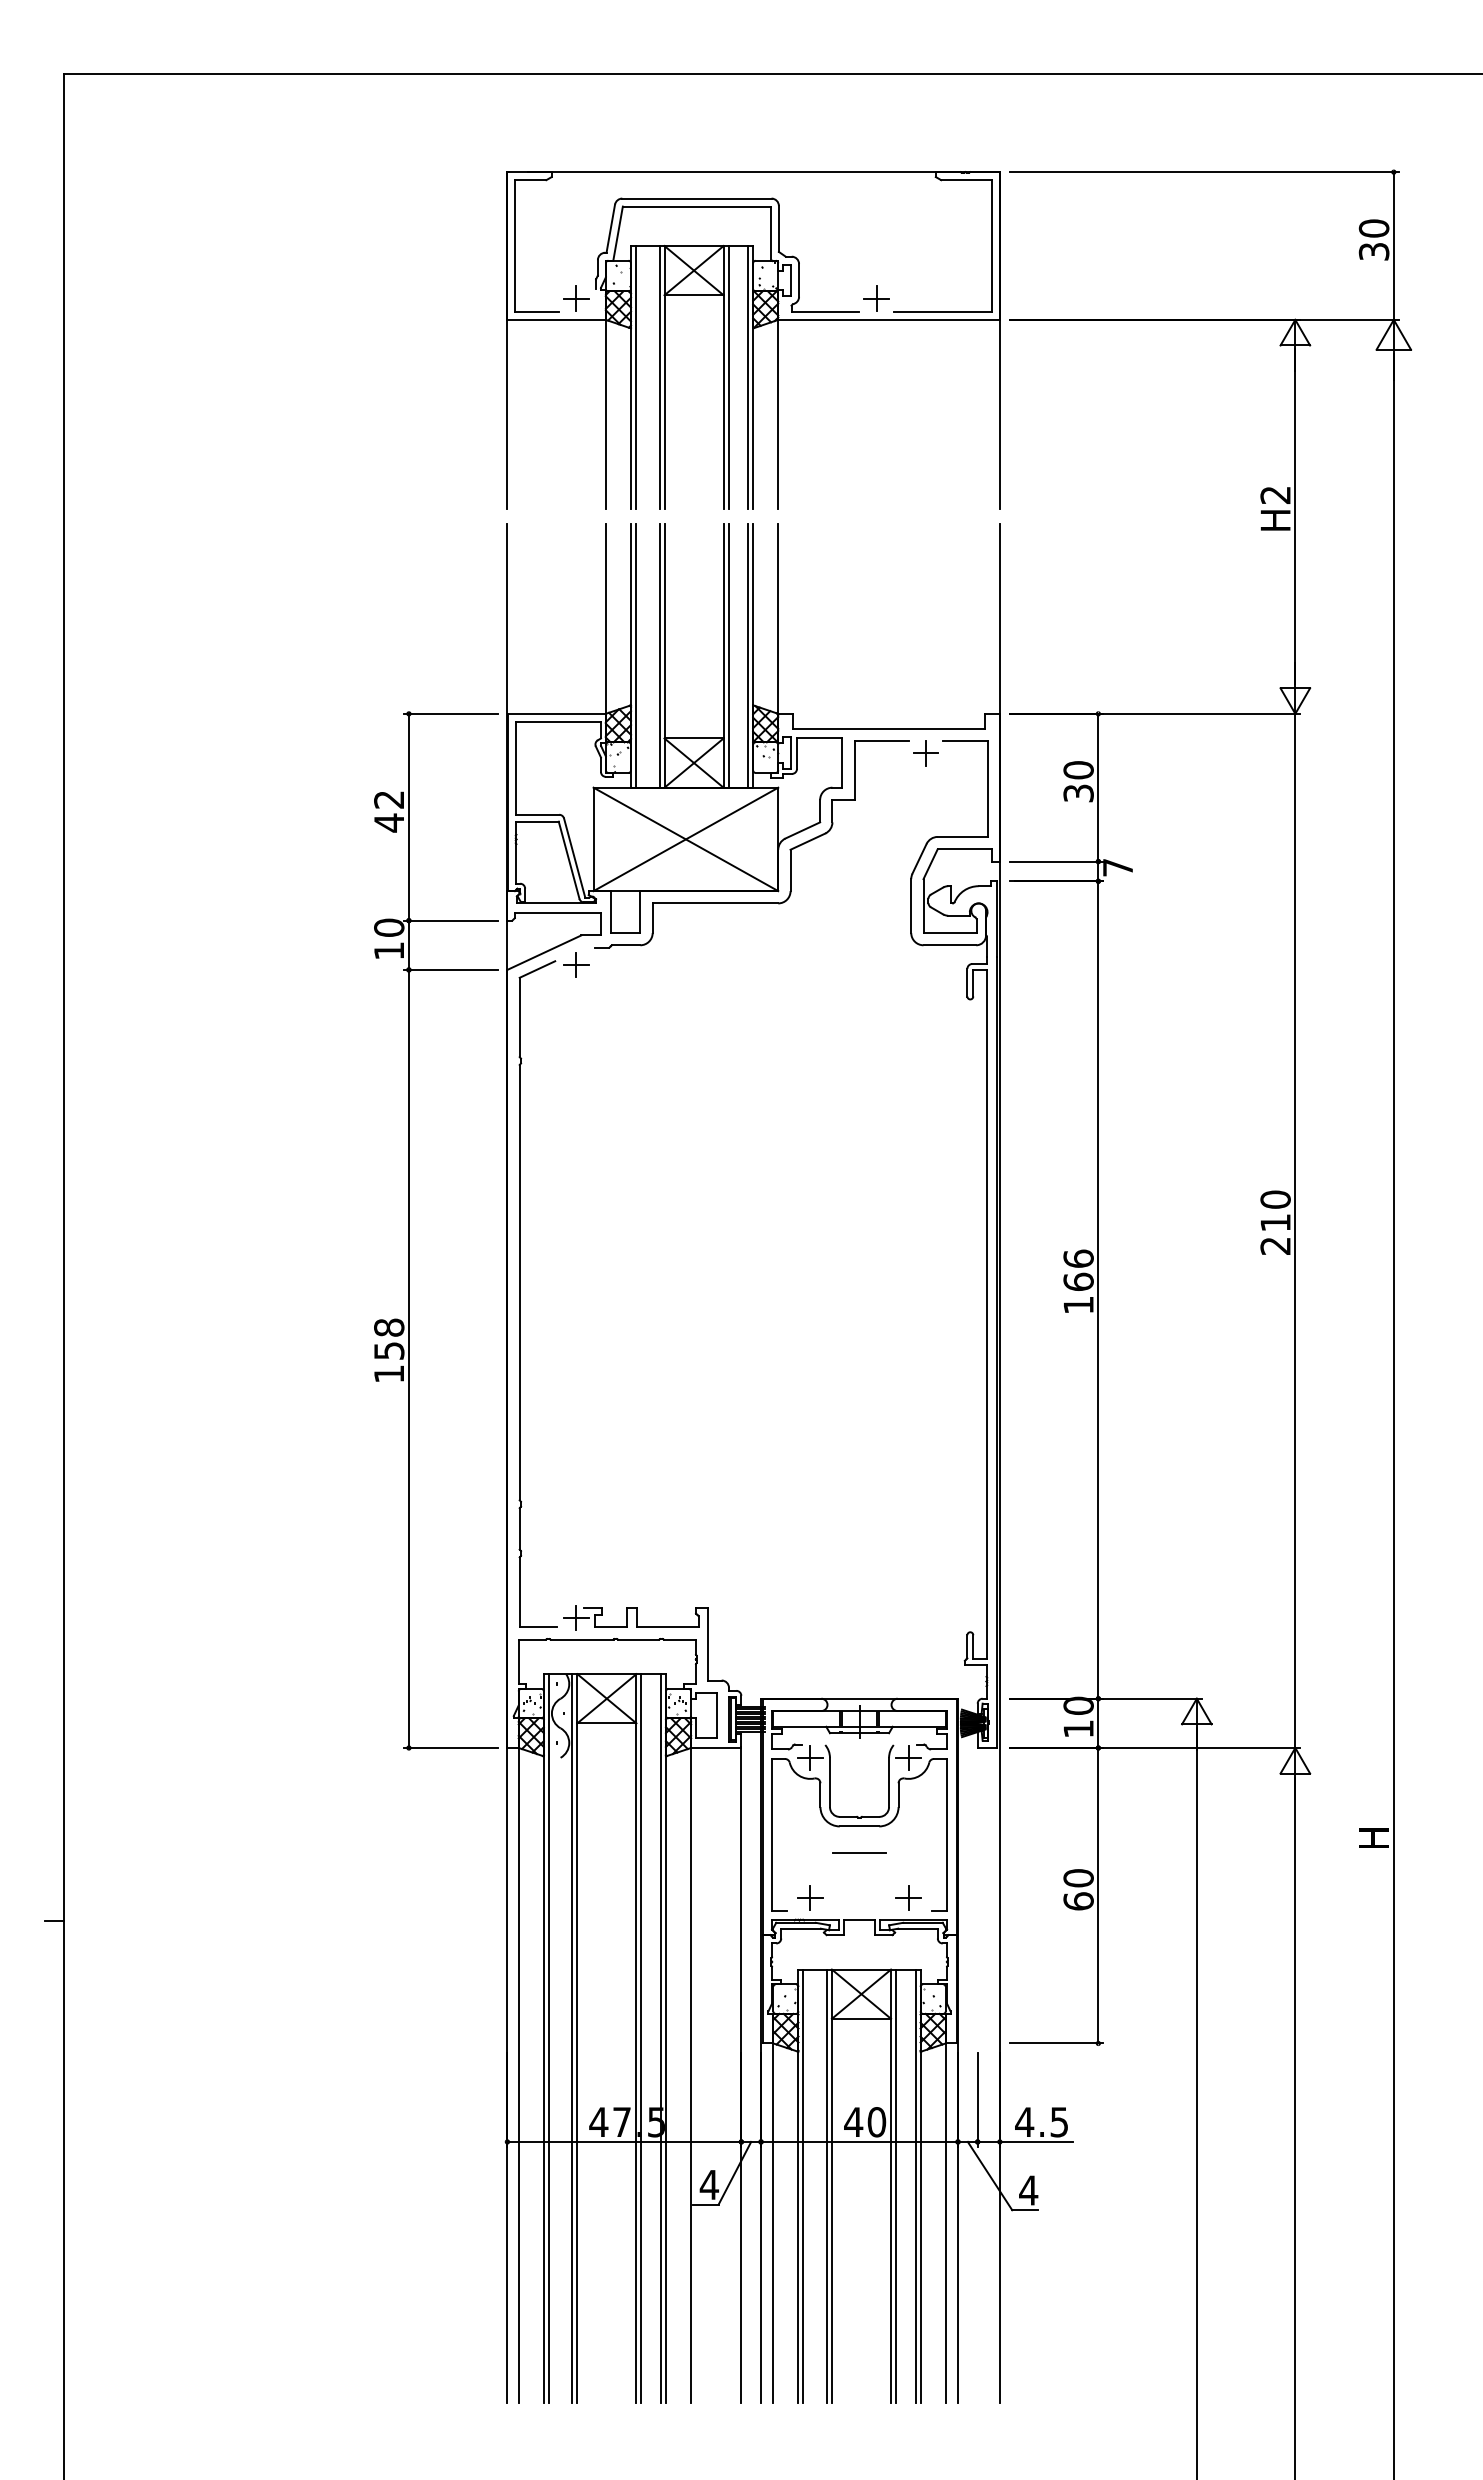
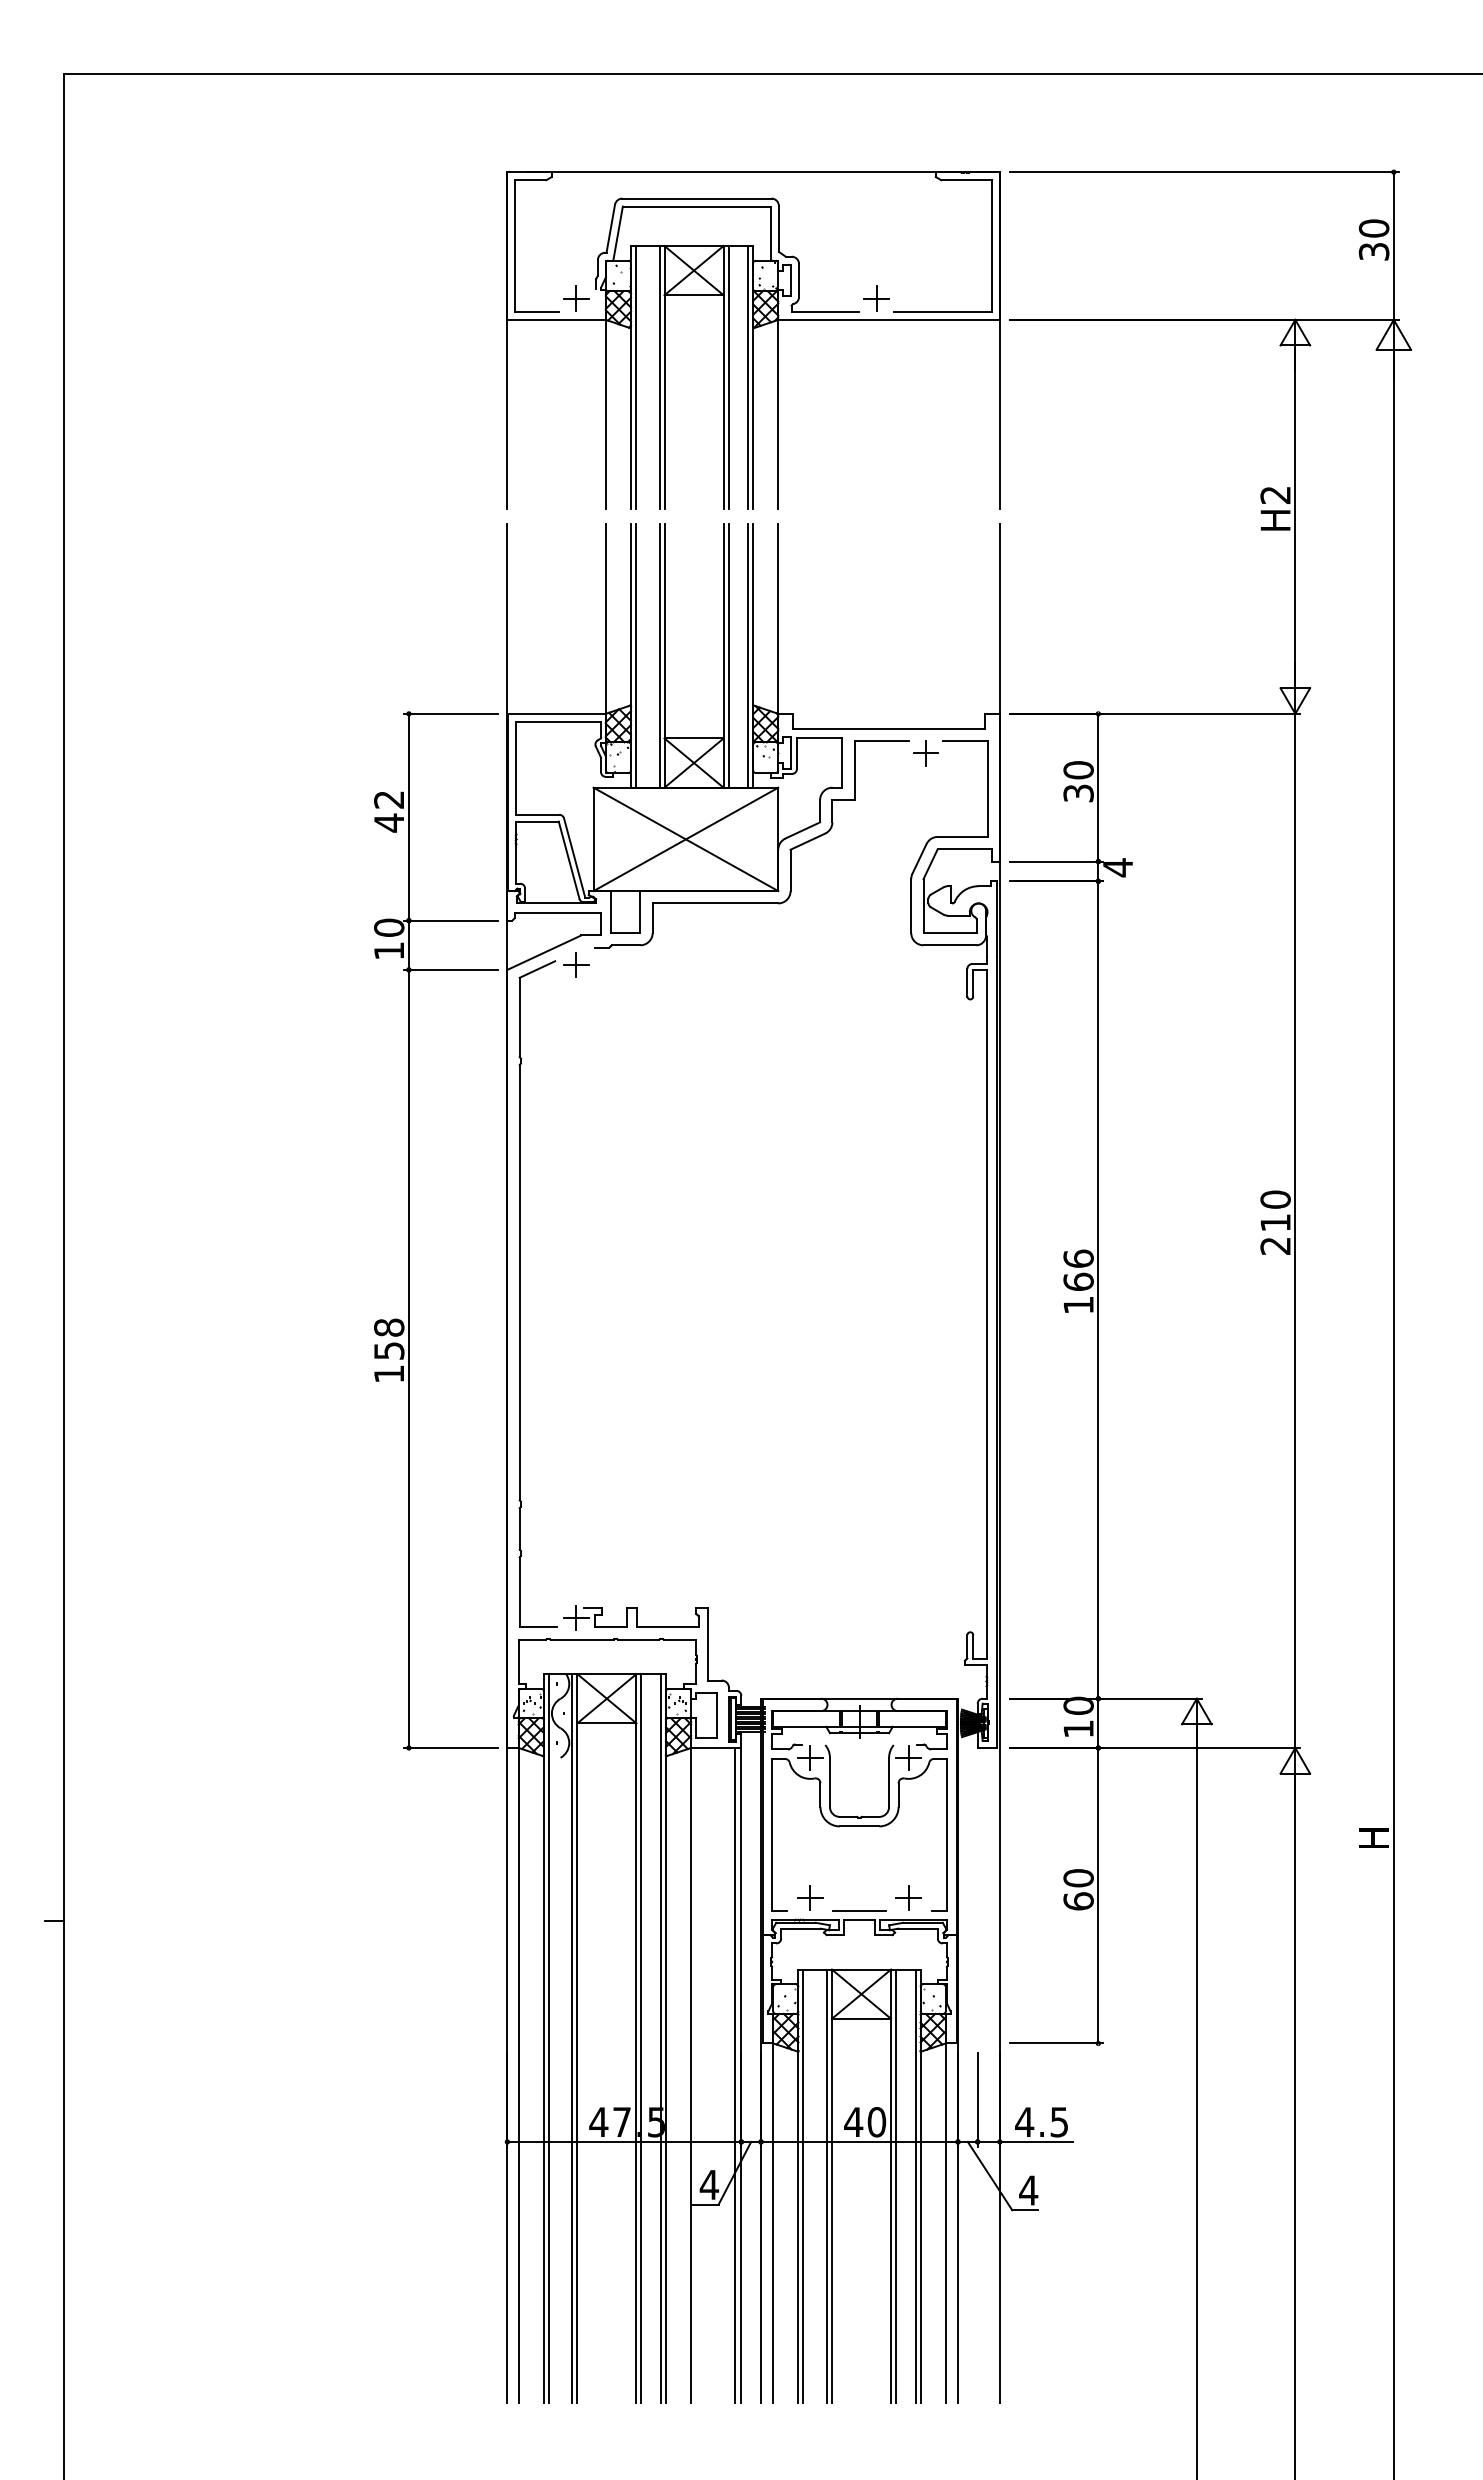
text at (1117, 867): 7 -> 4
line at (859, 1852) position: (859, 1852) -> (859, 1910)
line at (734, 2074): none -> present
